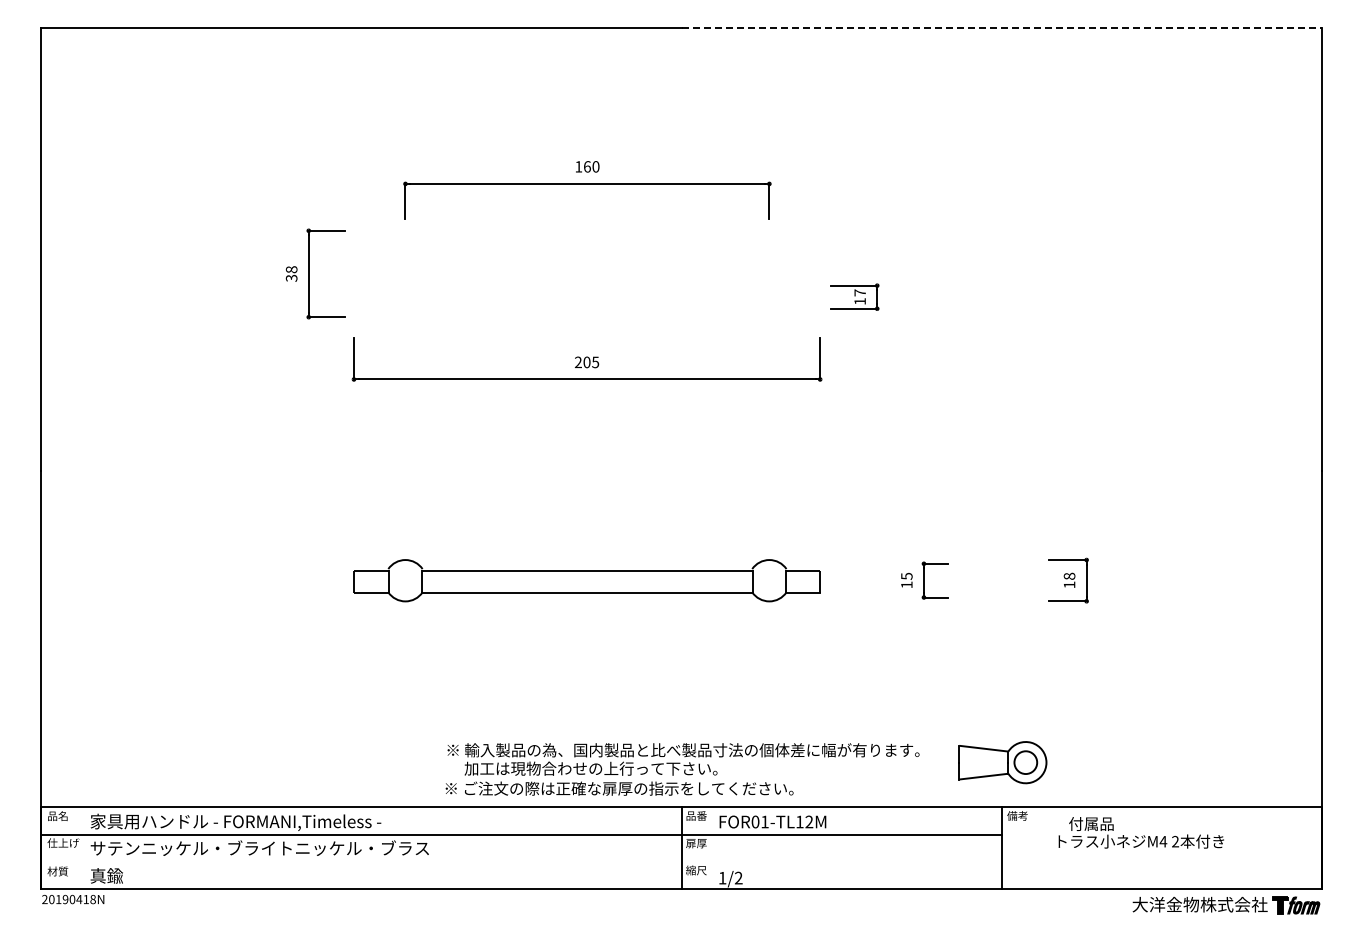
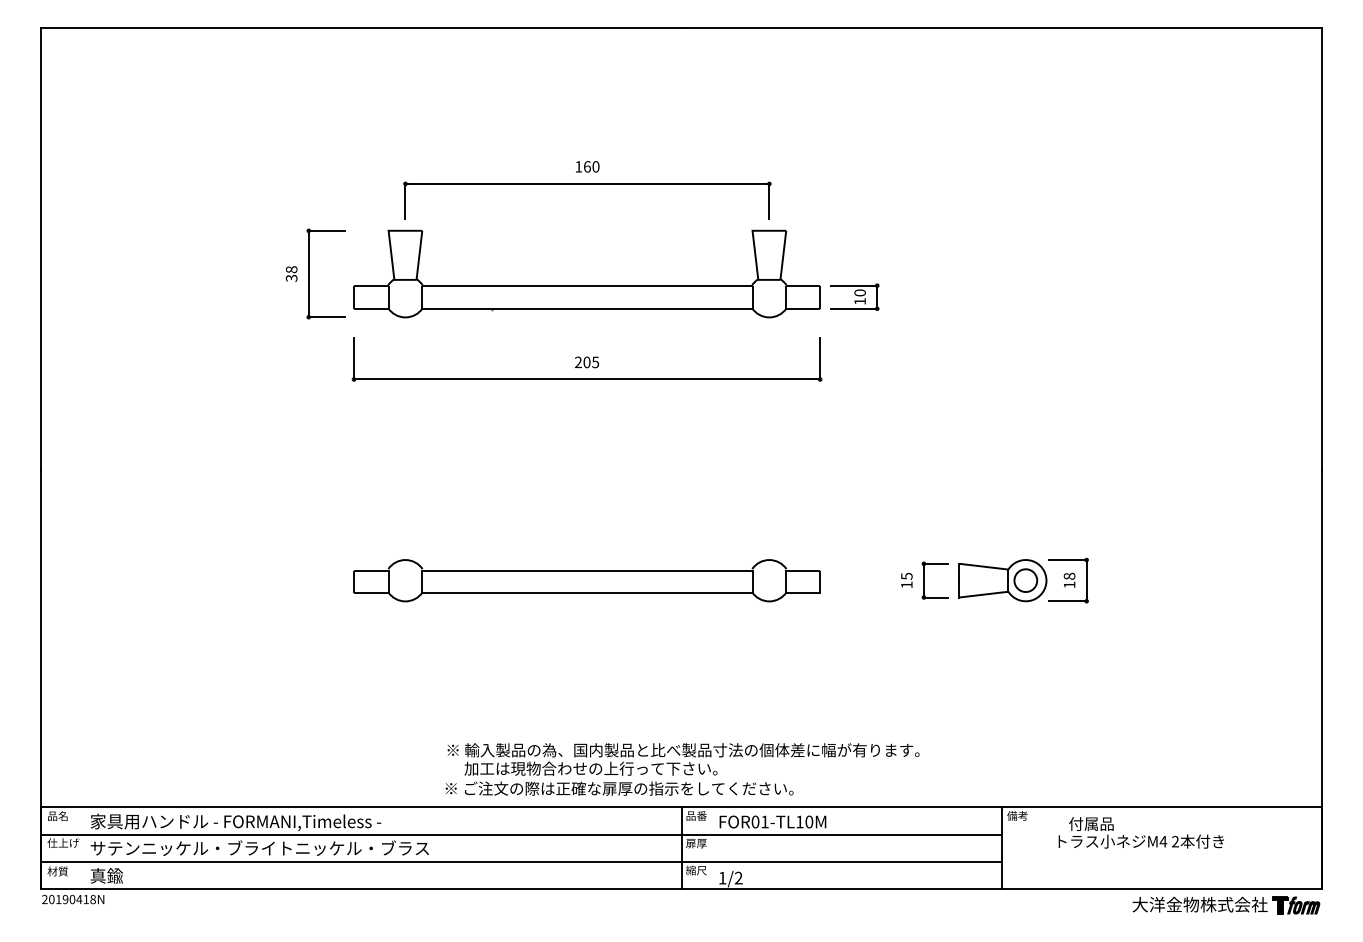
line at (1002, 28): dashed -> solid
part at (586, 285): none -> present
text at (859, 292): 17 -> 10
part at (1002, 762) position: (1002, 762) -> (1002, 580)
text at (809, 821): FOR01-TL12M -> FOR01-TL10M
line at (521, 861): none -> present
